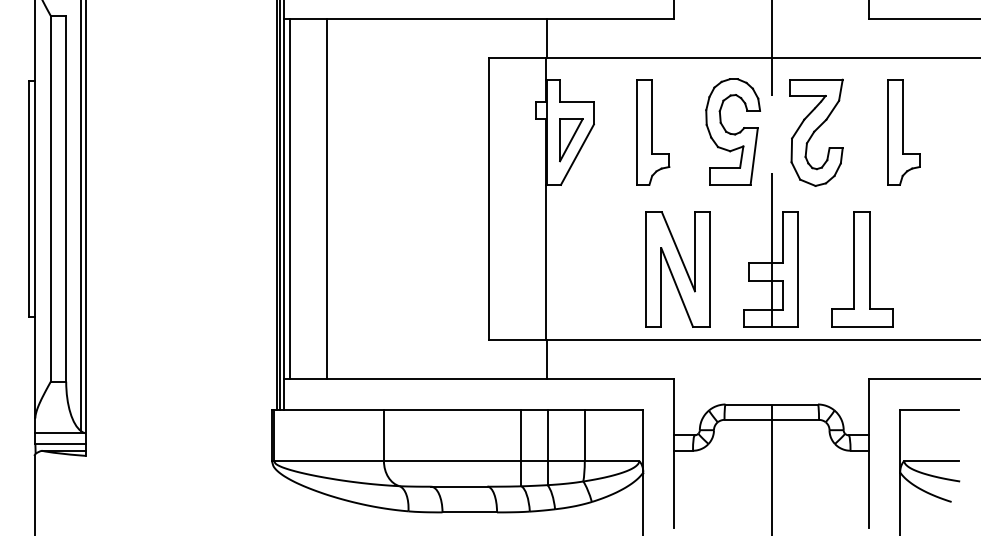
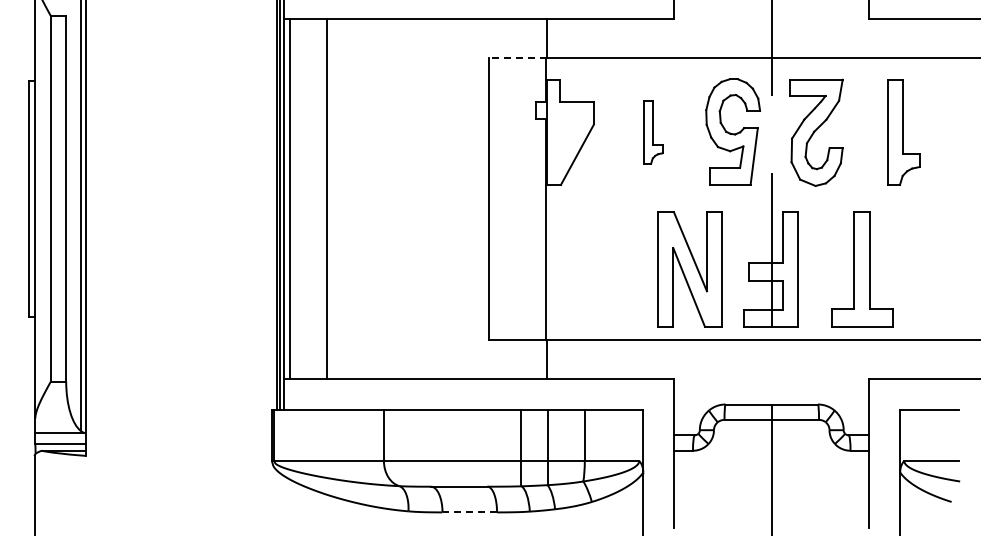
line at (517, 57): solid -> dashed
part at (653, 132) size: 35x107 px -> 21x65 px
part at (571, 140): present -> none
part at (677, 269) position: (677, 269) -> (689, 269)
line at (469, 512): solid -> dashed
